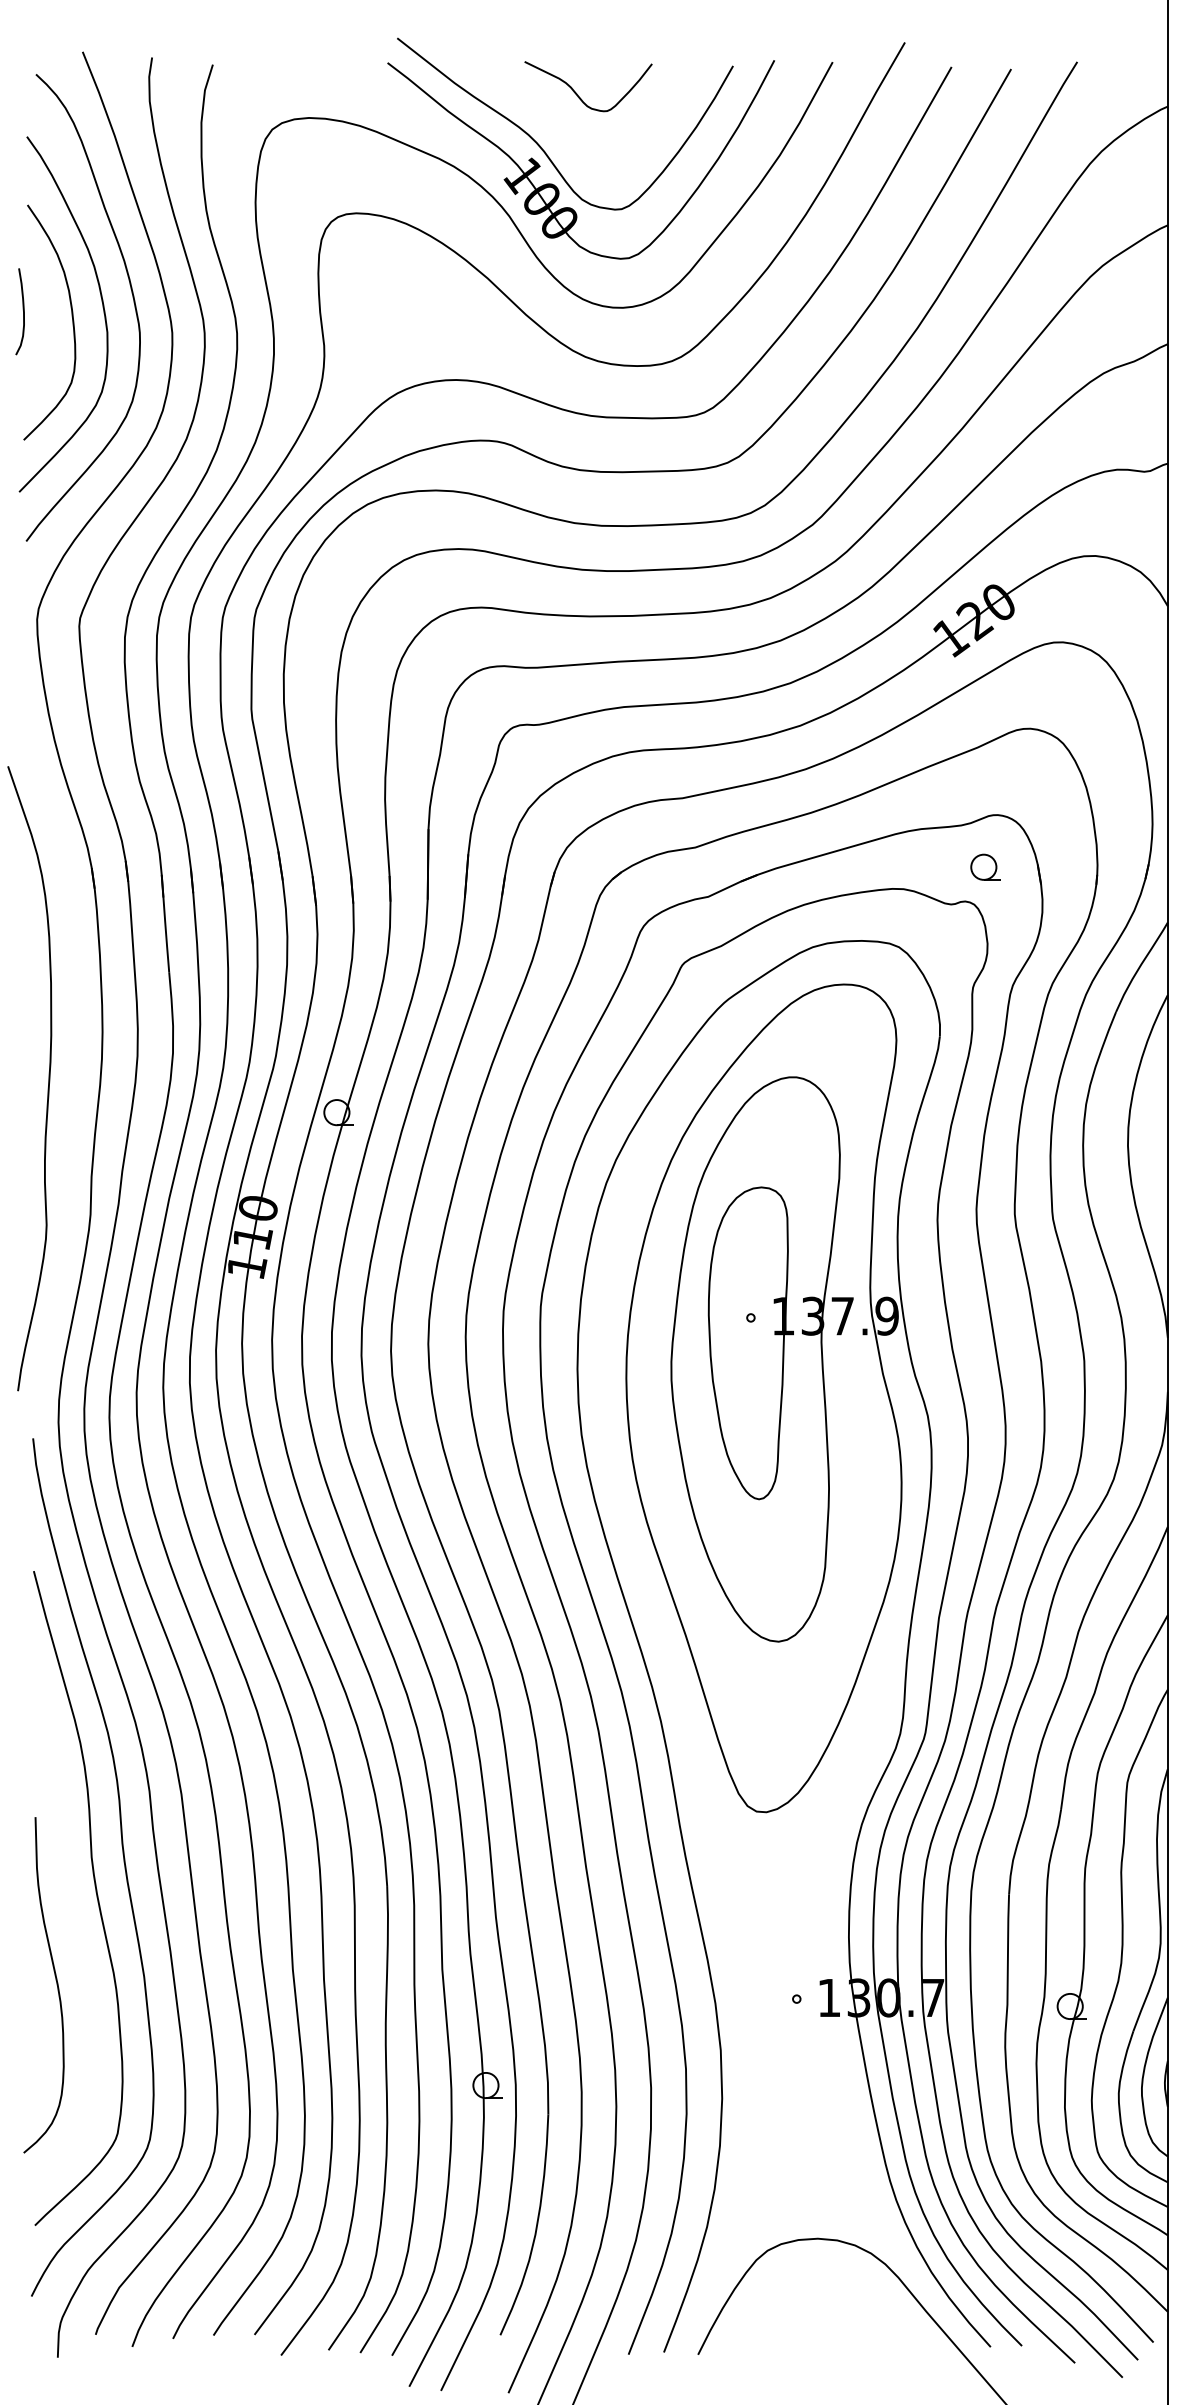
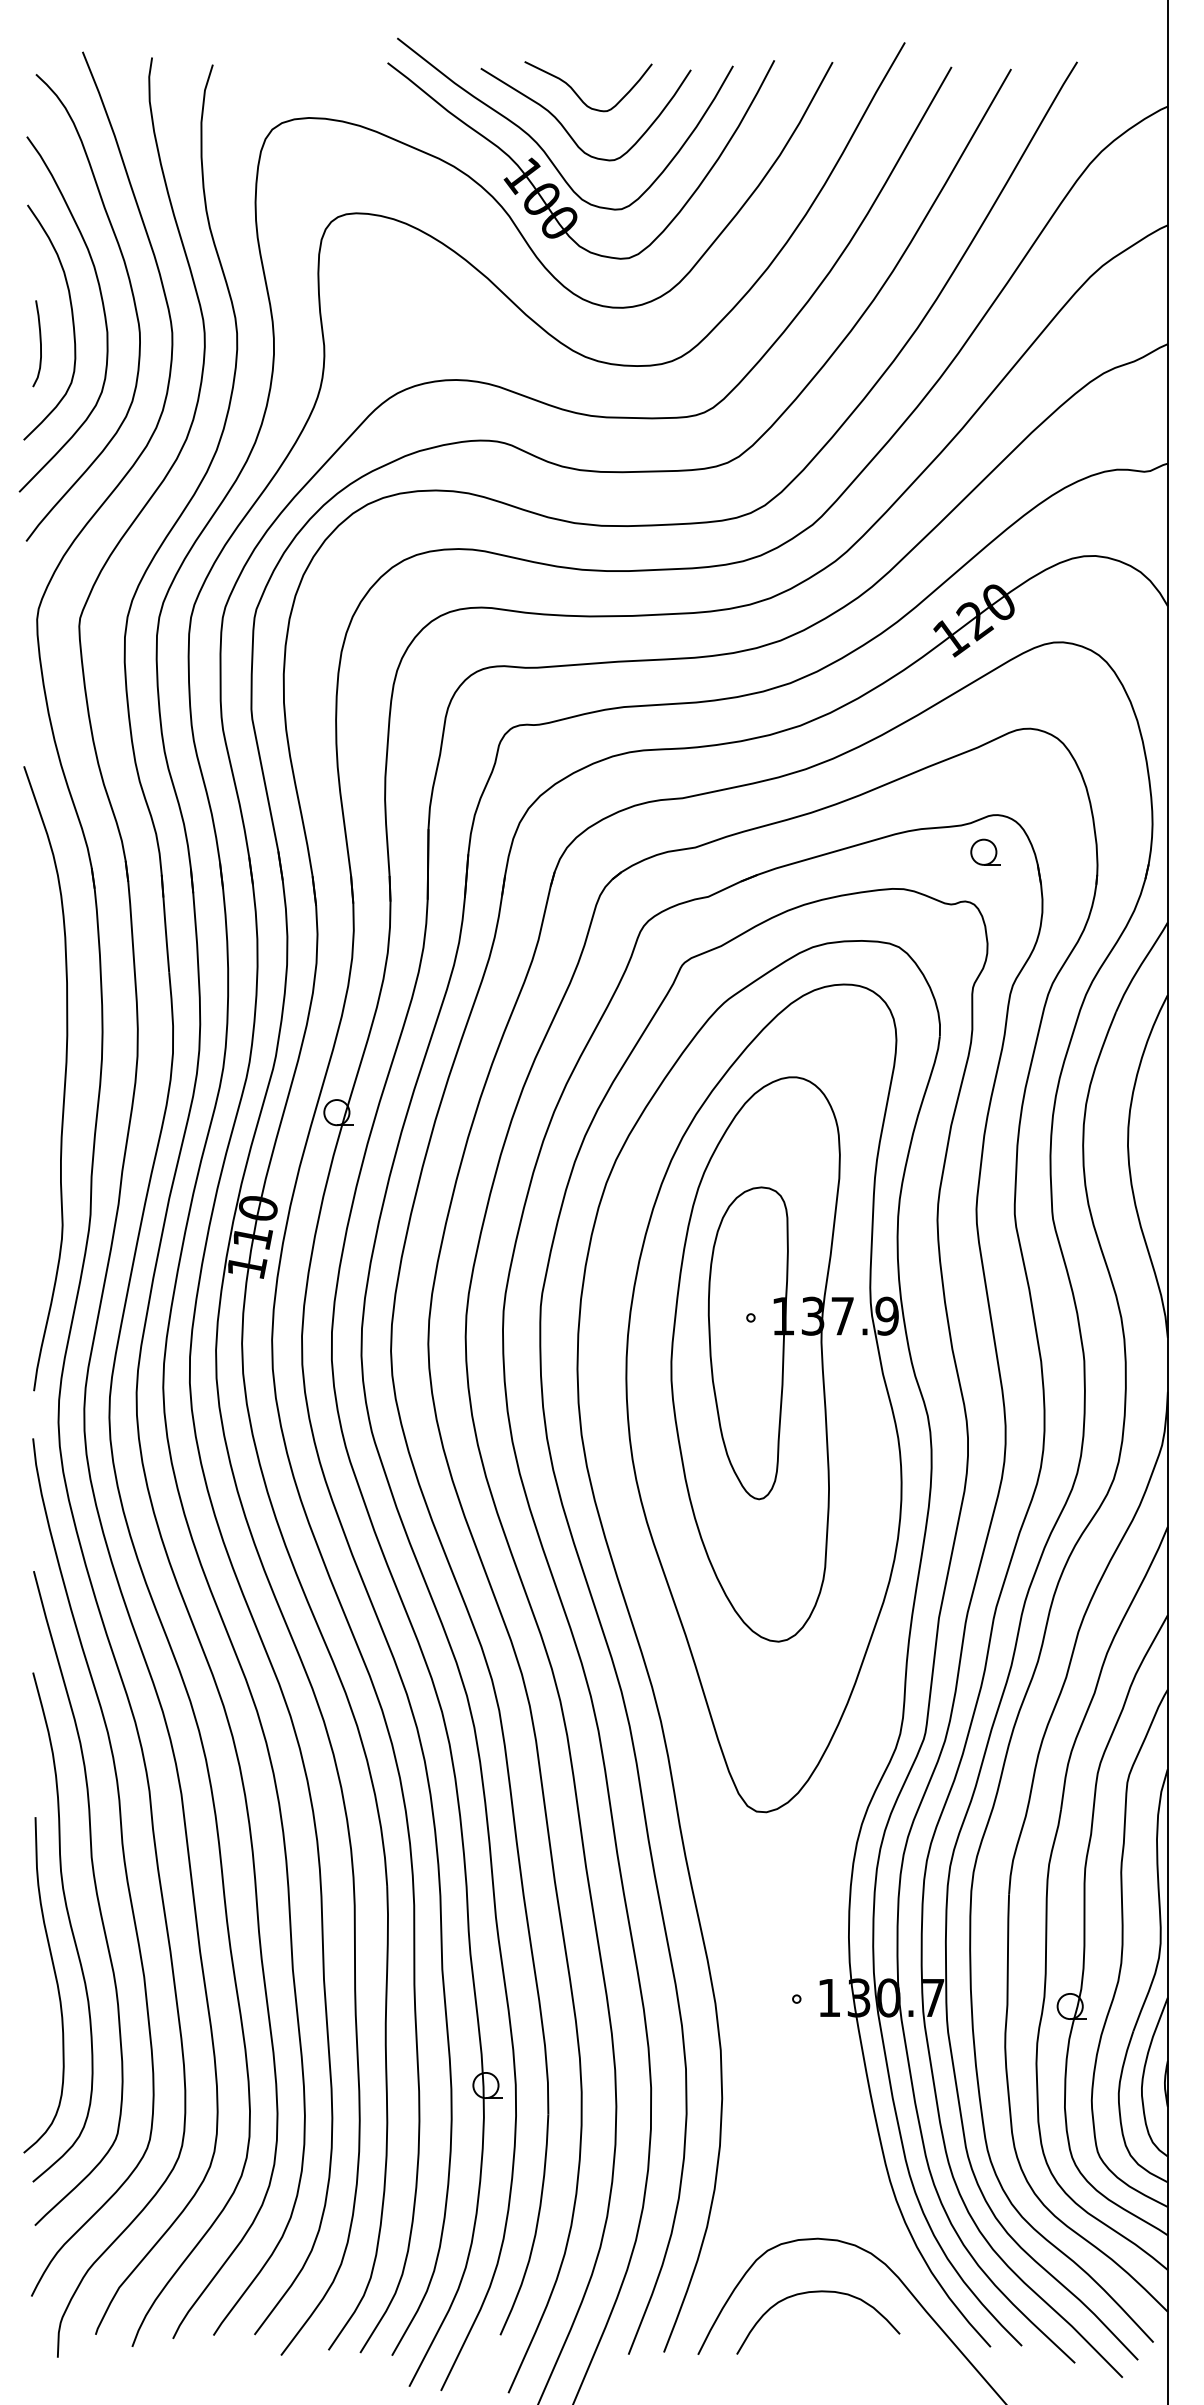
curve at (567, 130): none -> present
curve at (22, 309) position: (22, 309) -> (39, 341)
part at (985, 866) position: (985, 866) -> (985, 851)
curve at (48, 1078) position: (48, 1078) -> (64, 1078)
curve at (69, 1925): none -> present
curve at (818, 2292): none -> present
